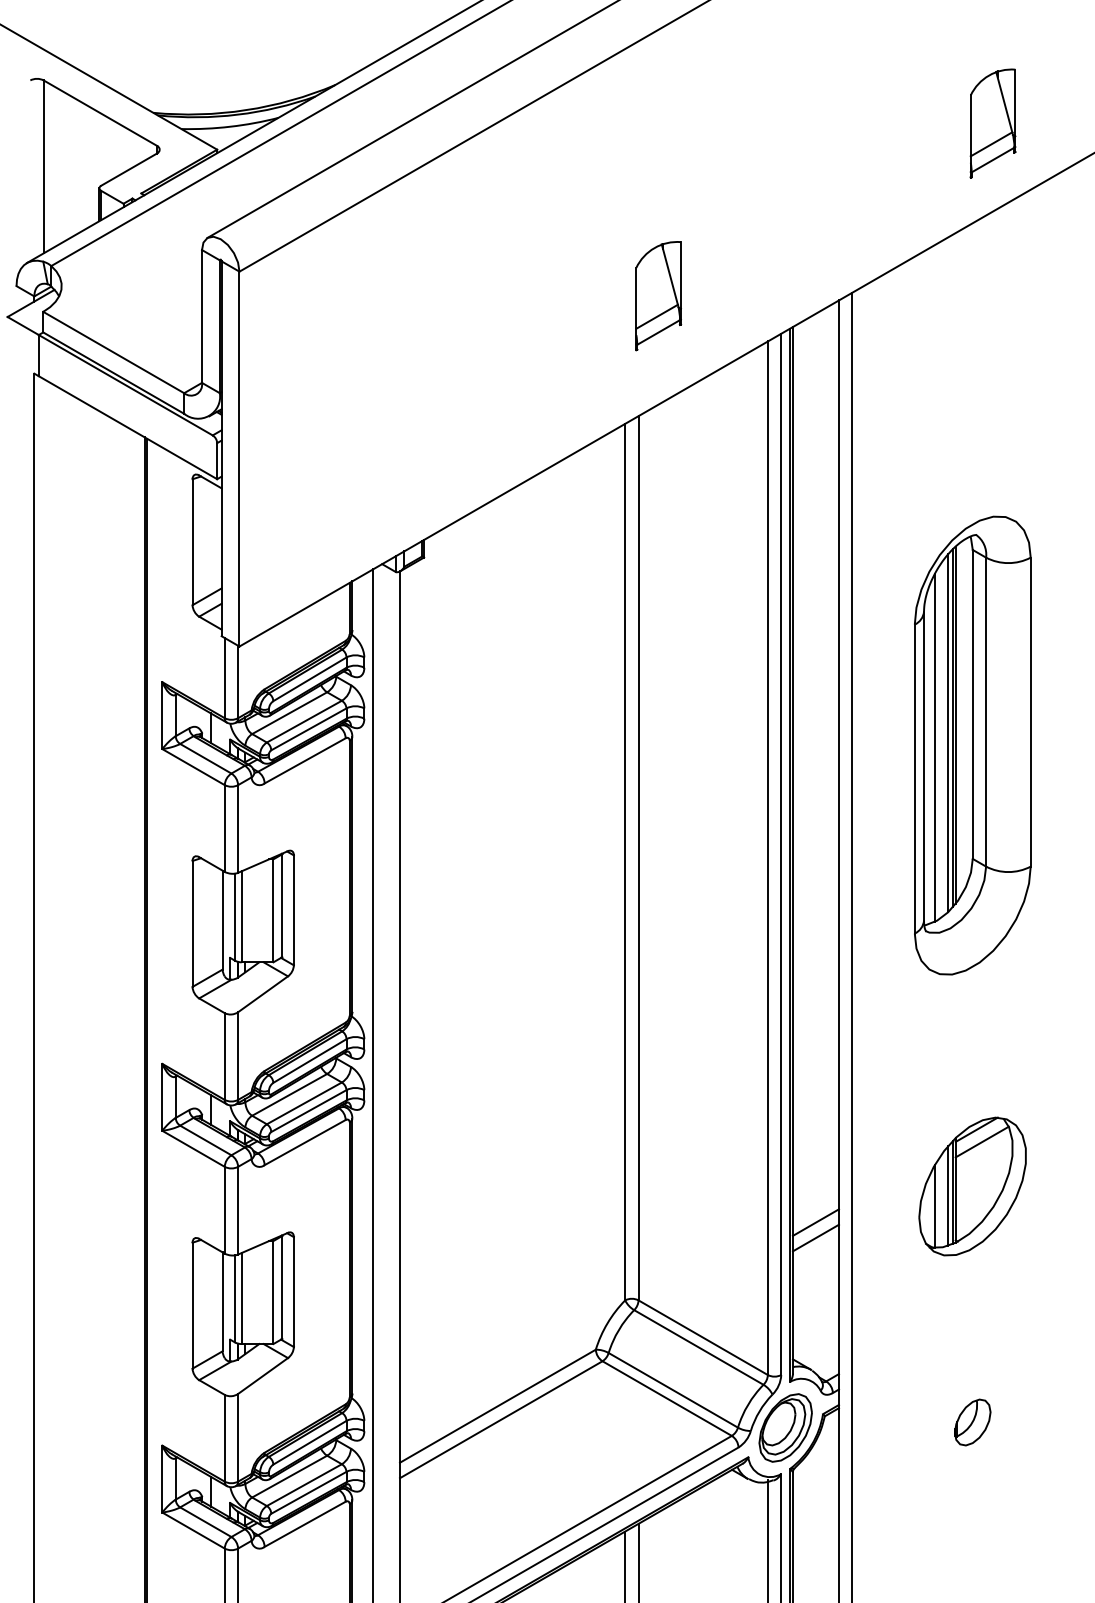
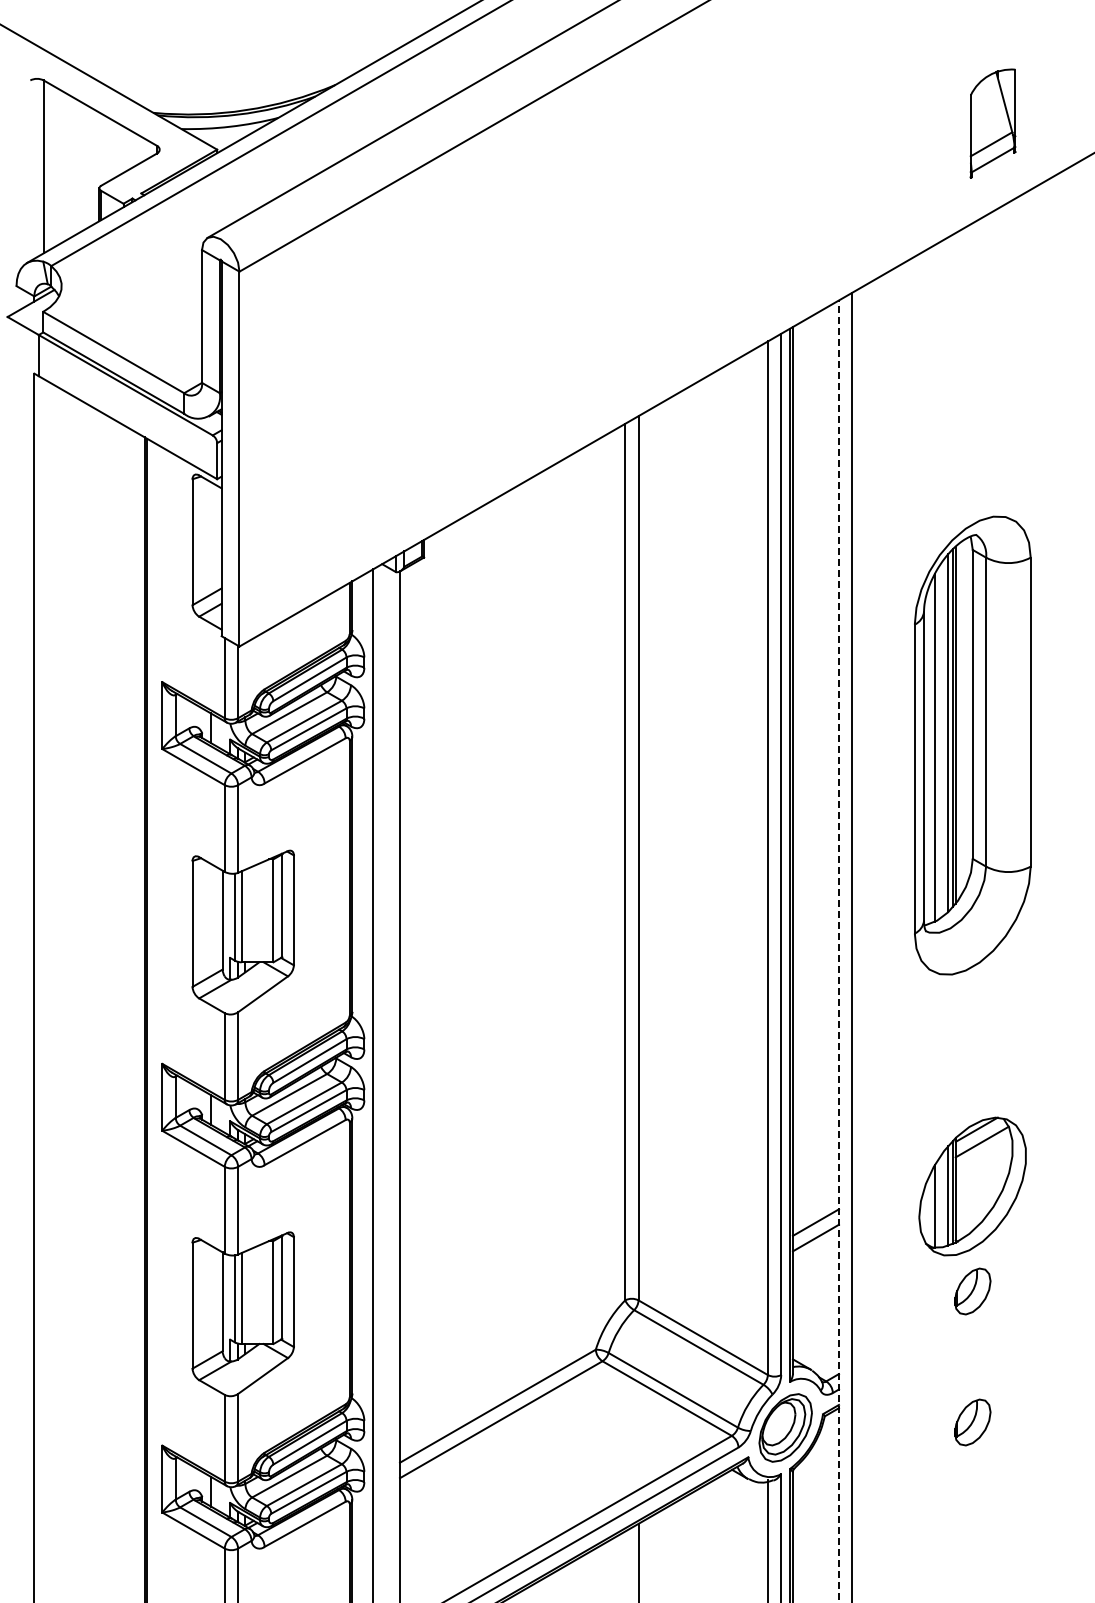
part at (658, 296): present -> none
line at (838, 951): solid -> dashed
part at (972, 1291): none -> present
line at (625, 1565): present -> none
